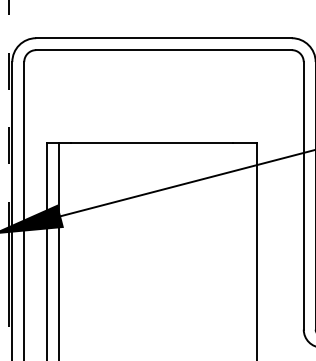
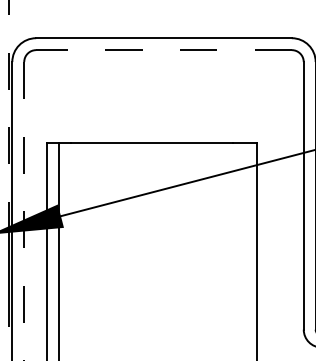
line at (164, 50): solid -> dashed
line at (24, 211): solid -> dashed
